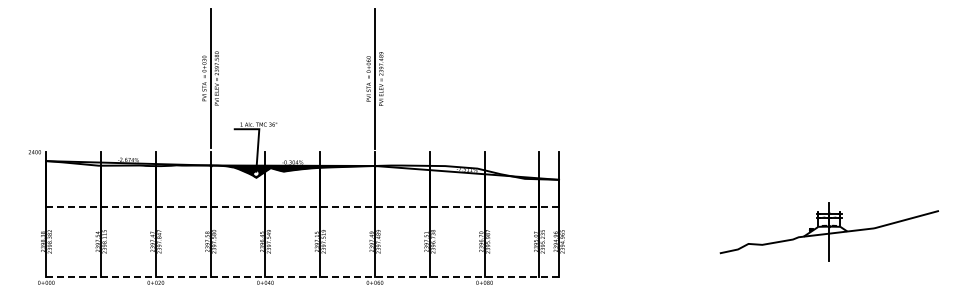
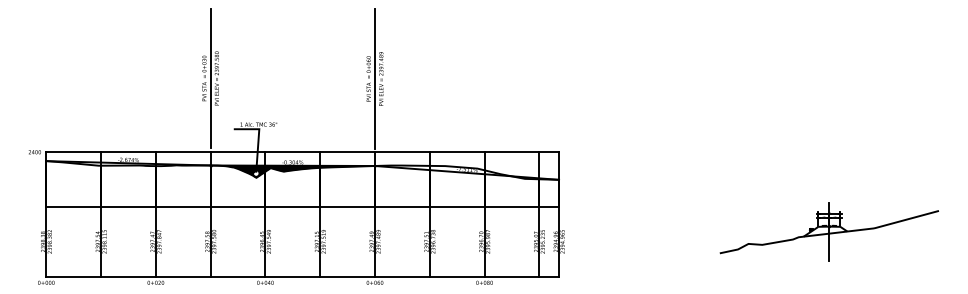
line at (302, 152): none -> present
line at (303, 207): dashed -> solid
line at (303, 276): dashed -> solid
